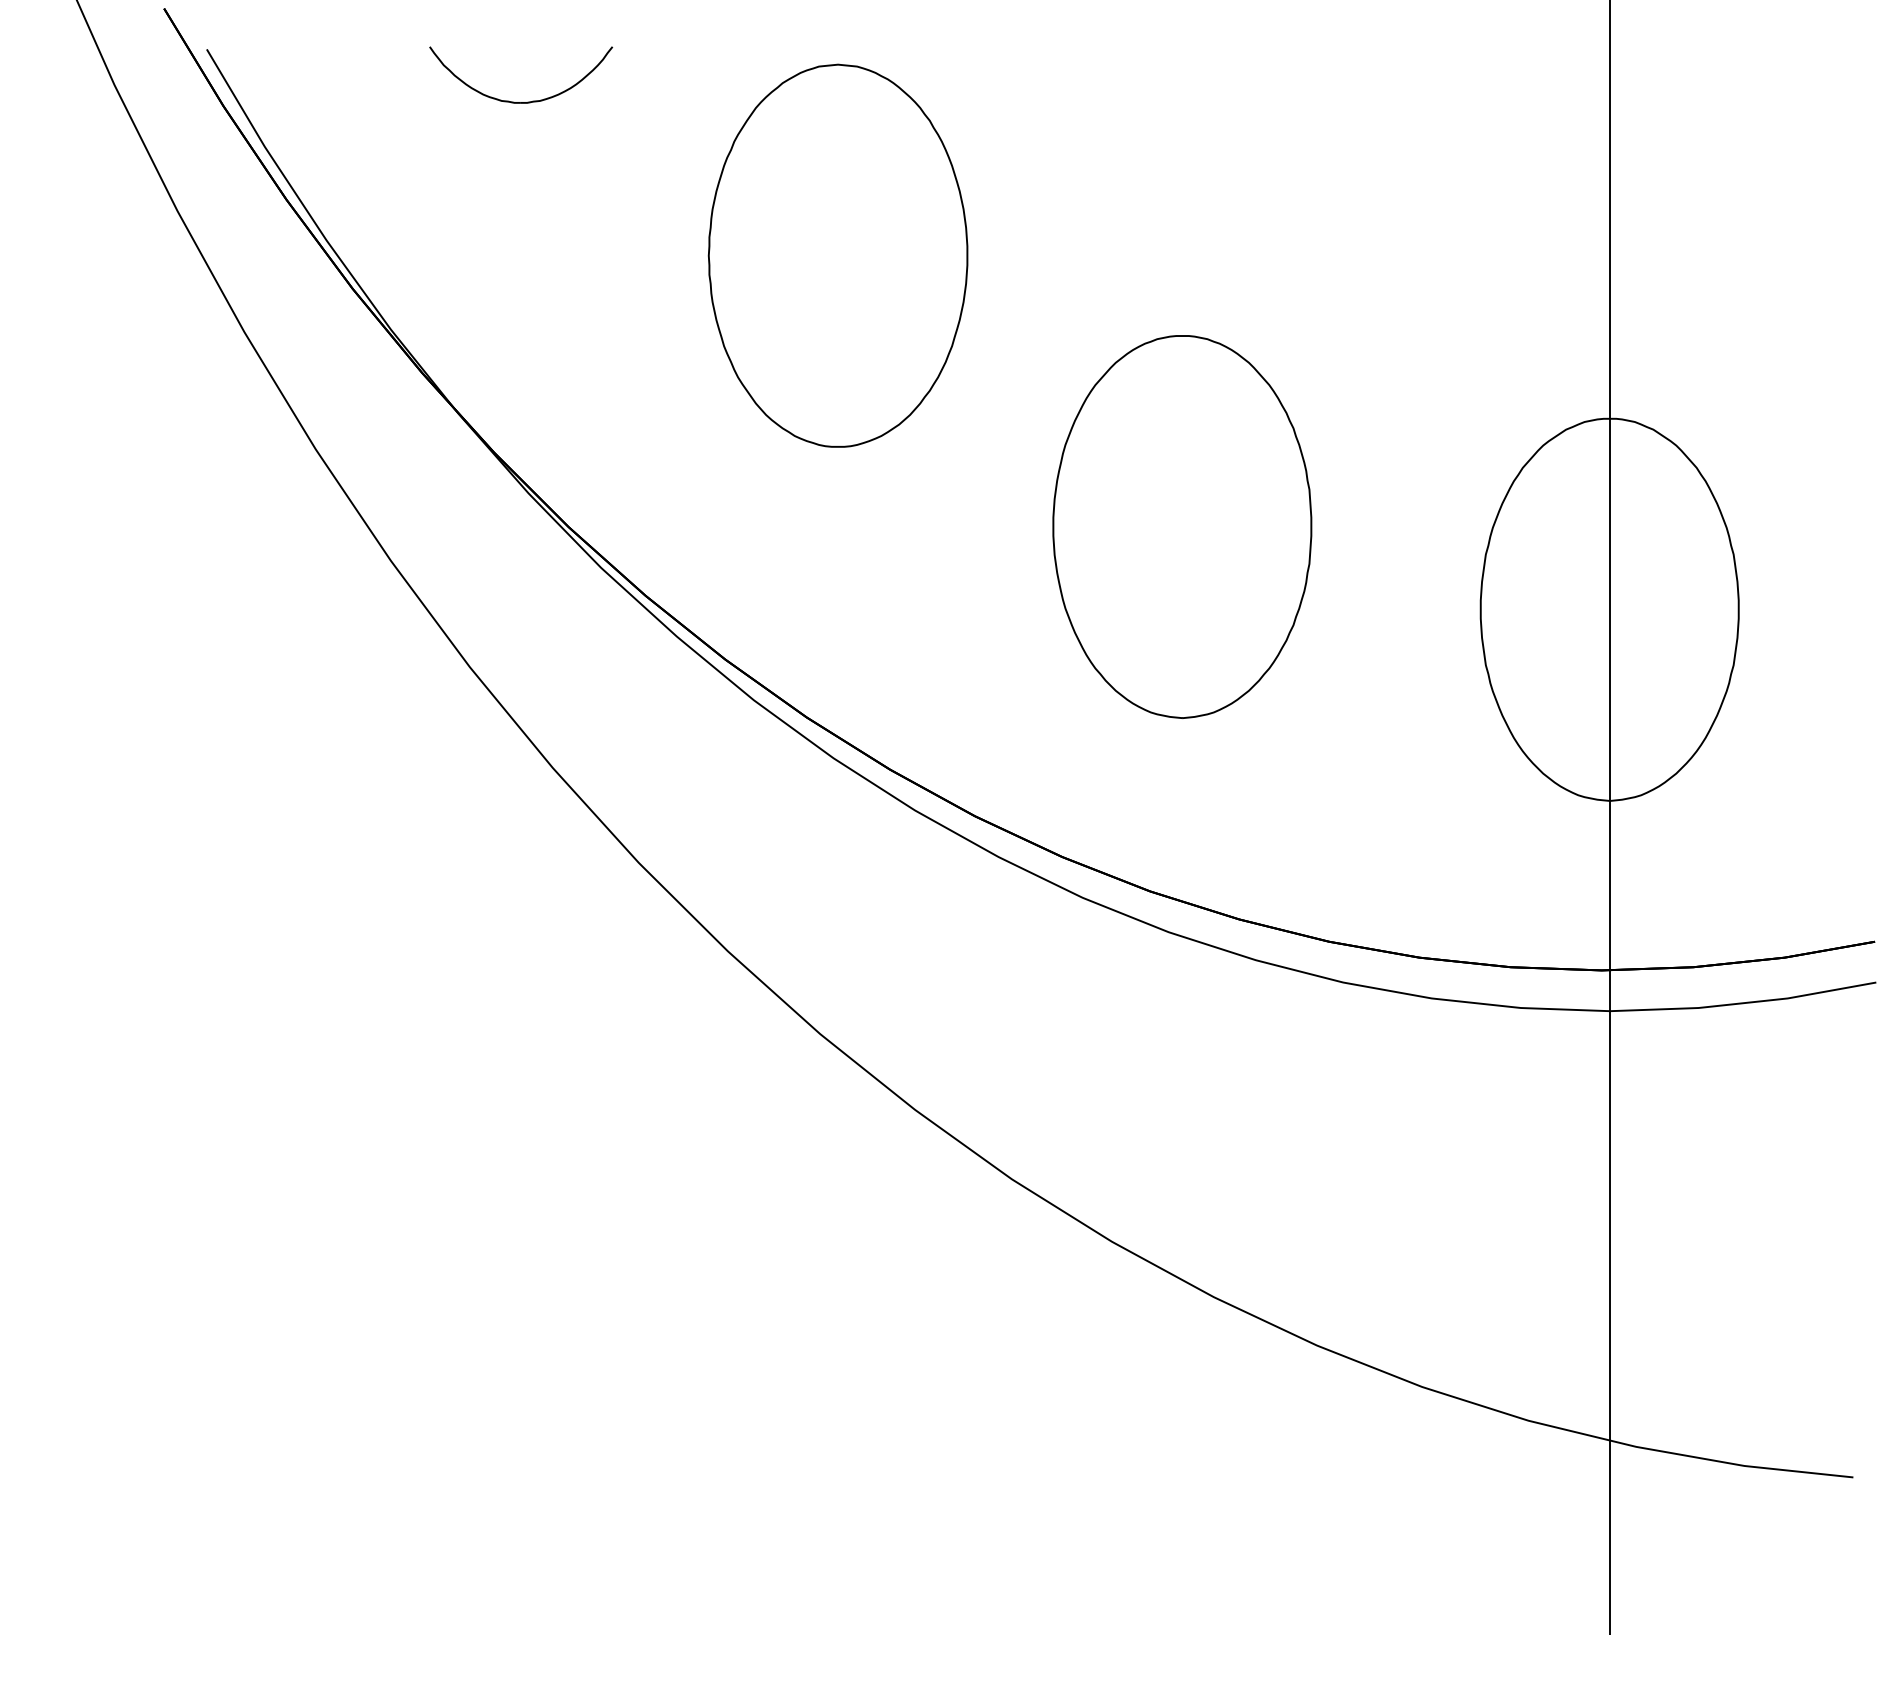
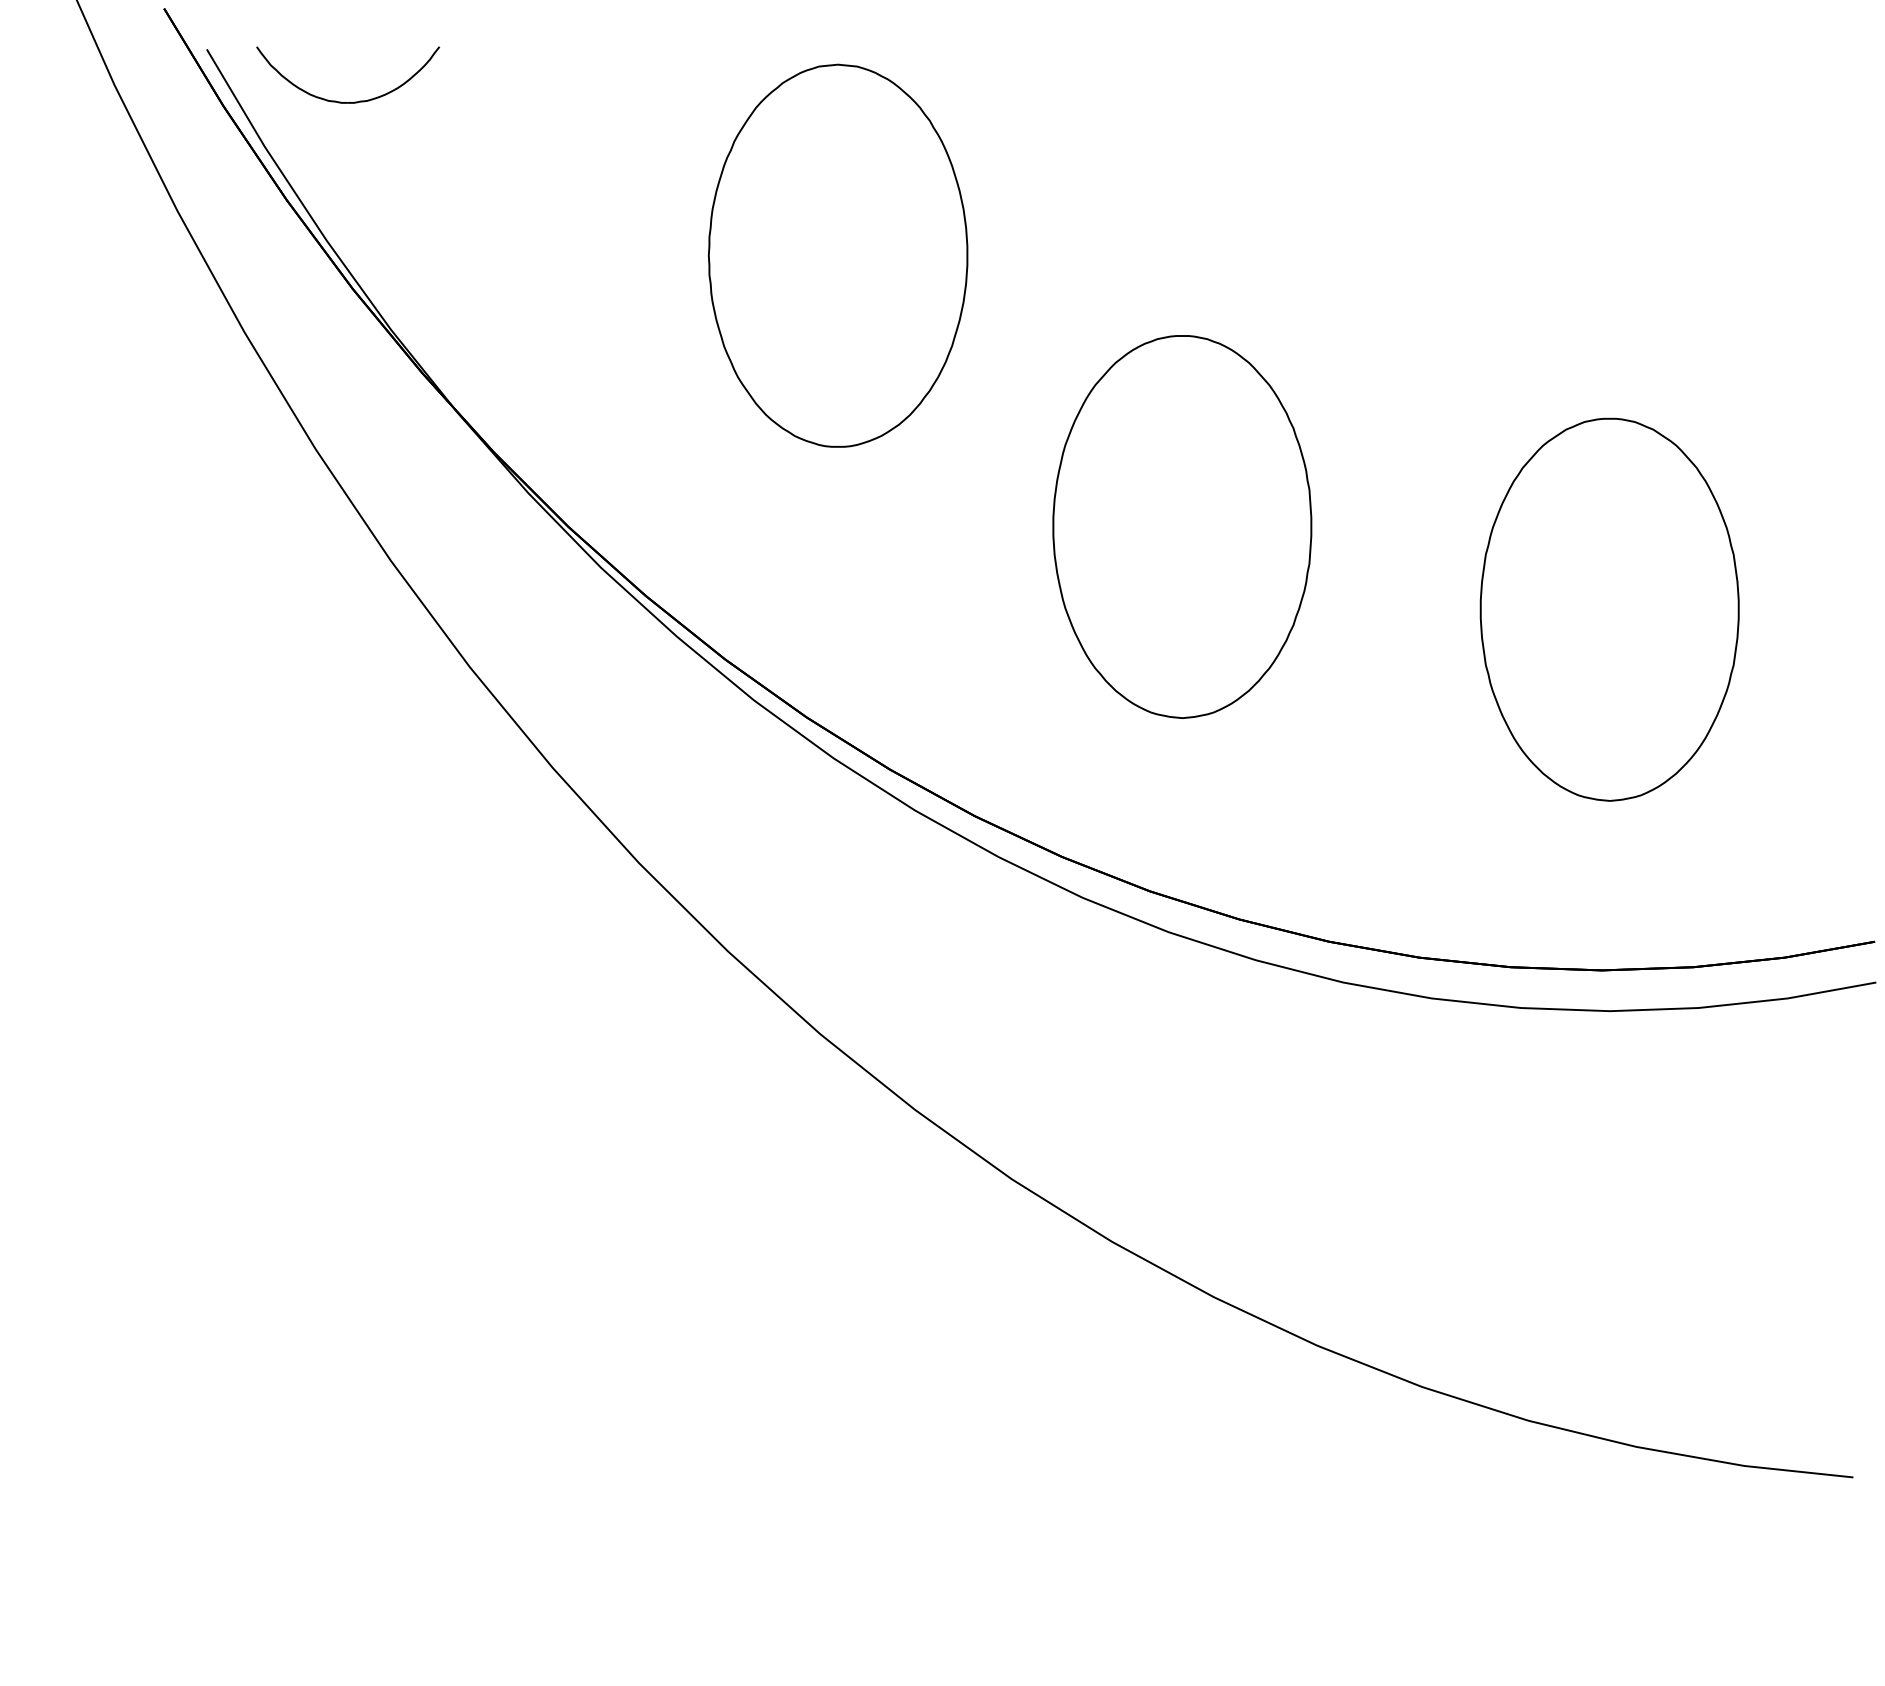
part at (527, 101) position: (527, 101) -> (354, 101)
line at (1609, 818): present -> none
